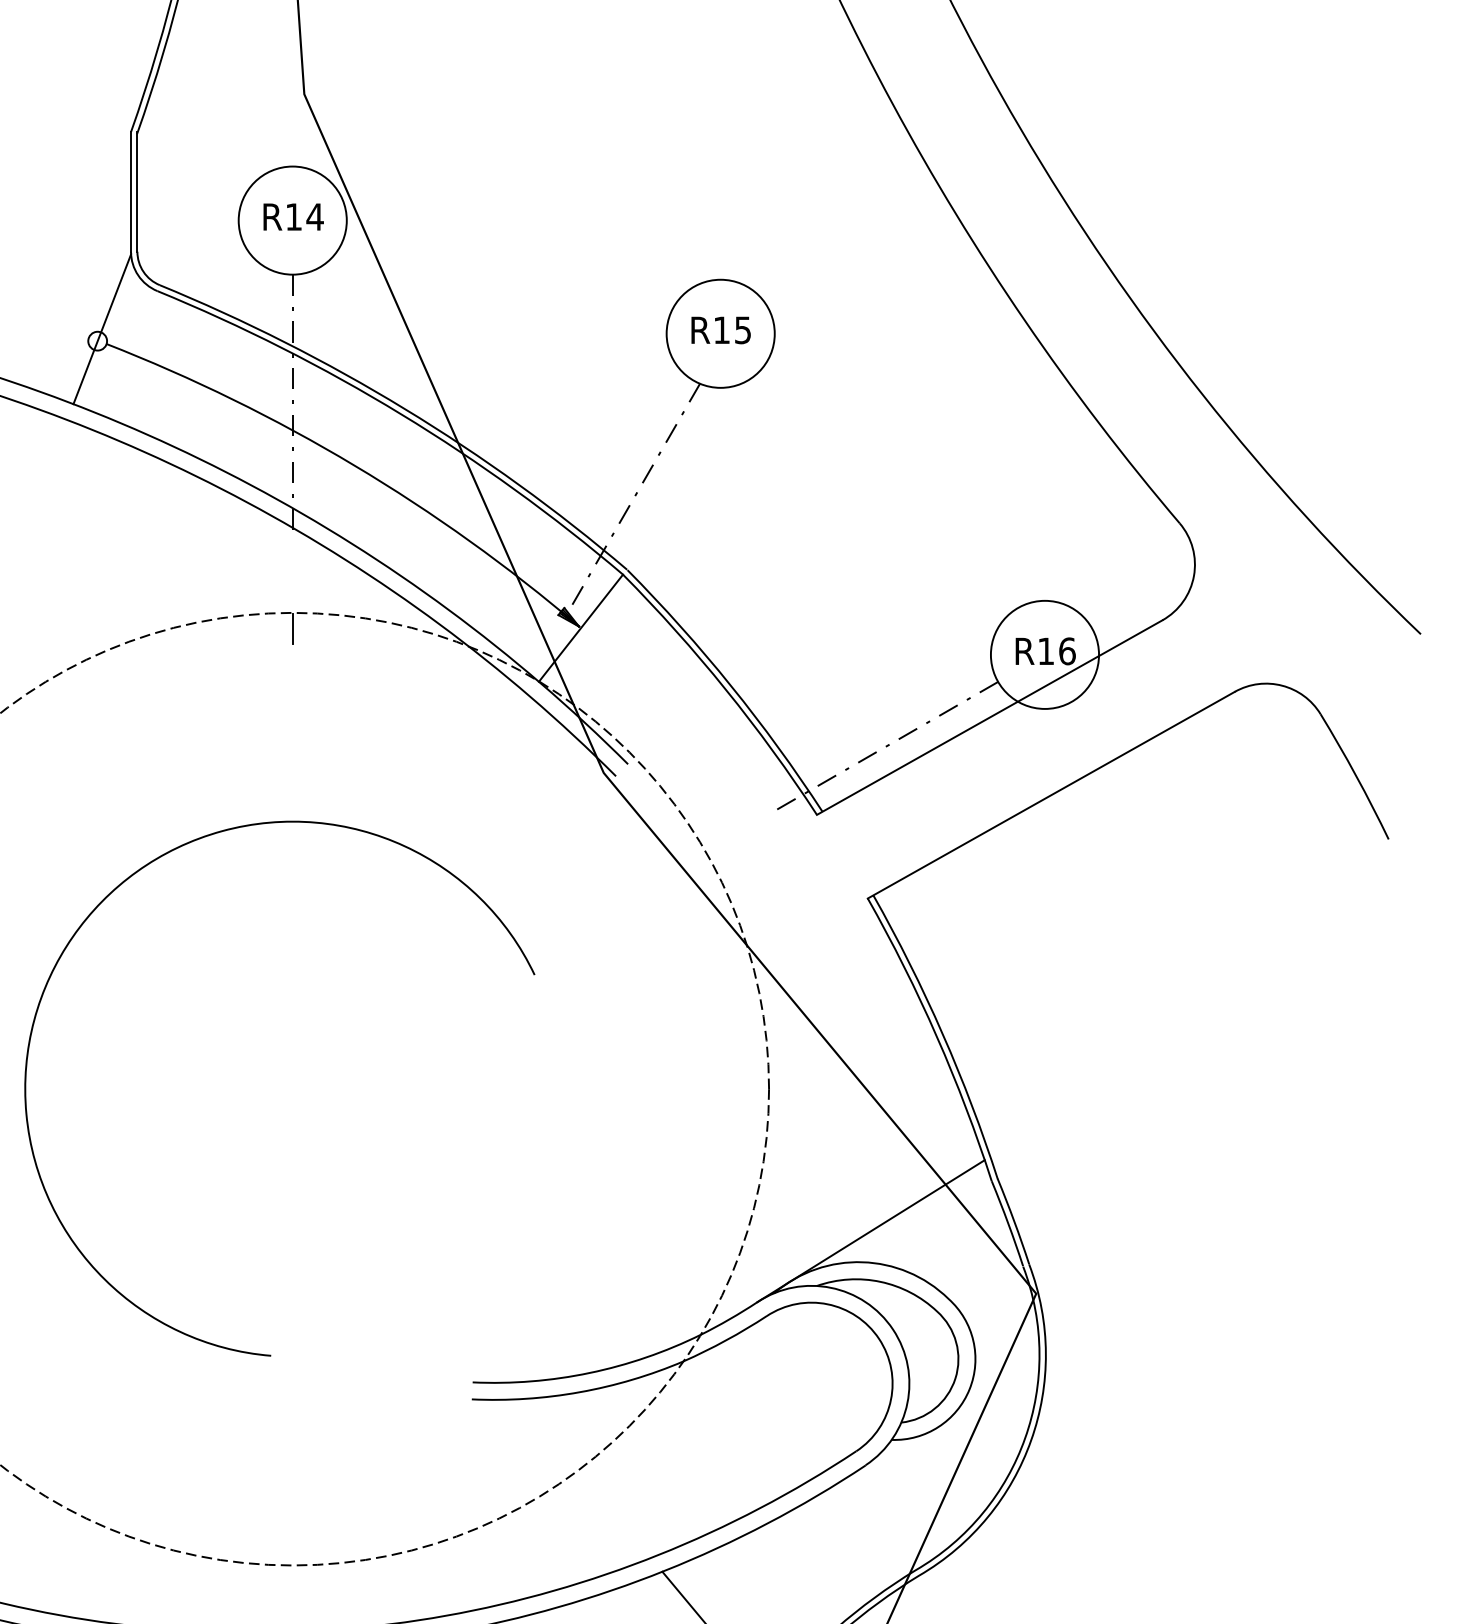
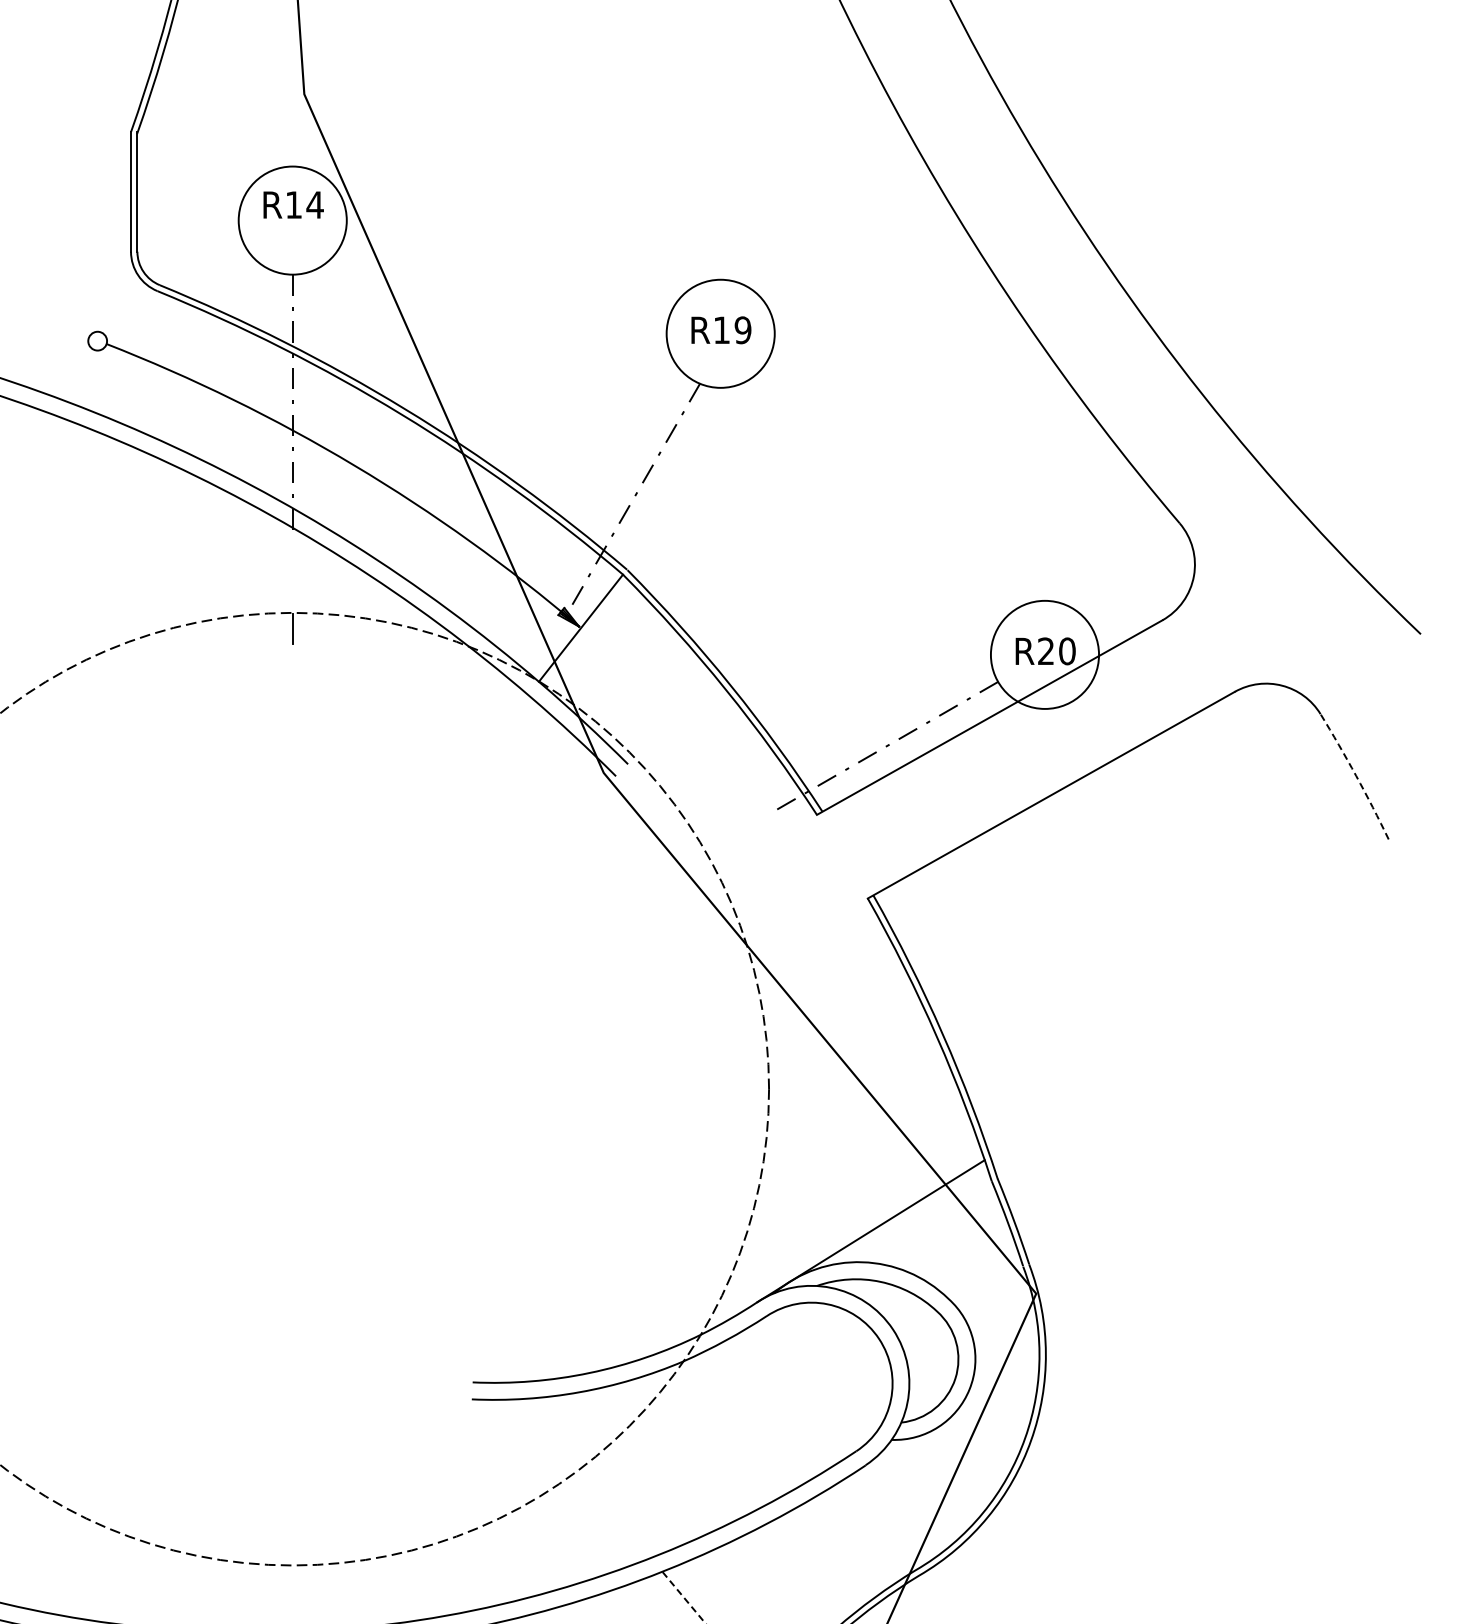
text at (293, 216) position: (293, 216) -> (293, 204)
line at (102, 329): present -> none
text at (742, 330): R15 -> R19
text at (1056, 651): R16 -> R20
arc at (1356, 775): solid -> dashed
arc at (27, 1067): present -> none
line at (684, 1597): solid -> dashed
